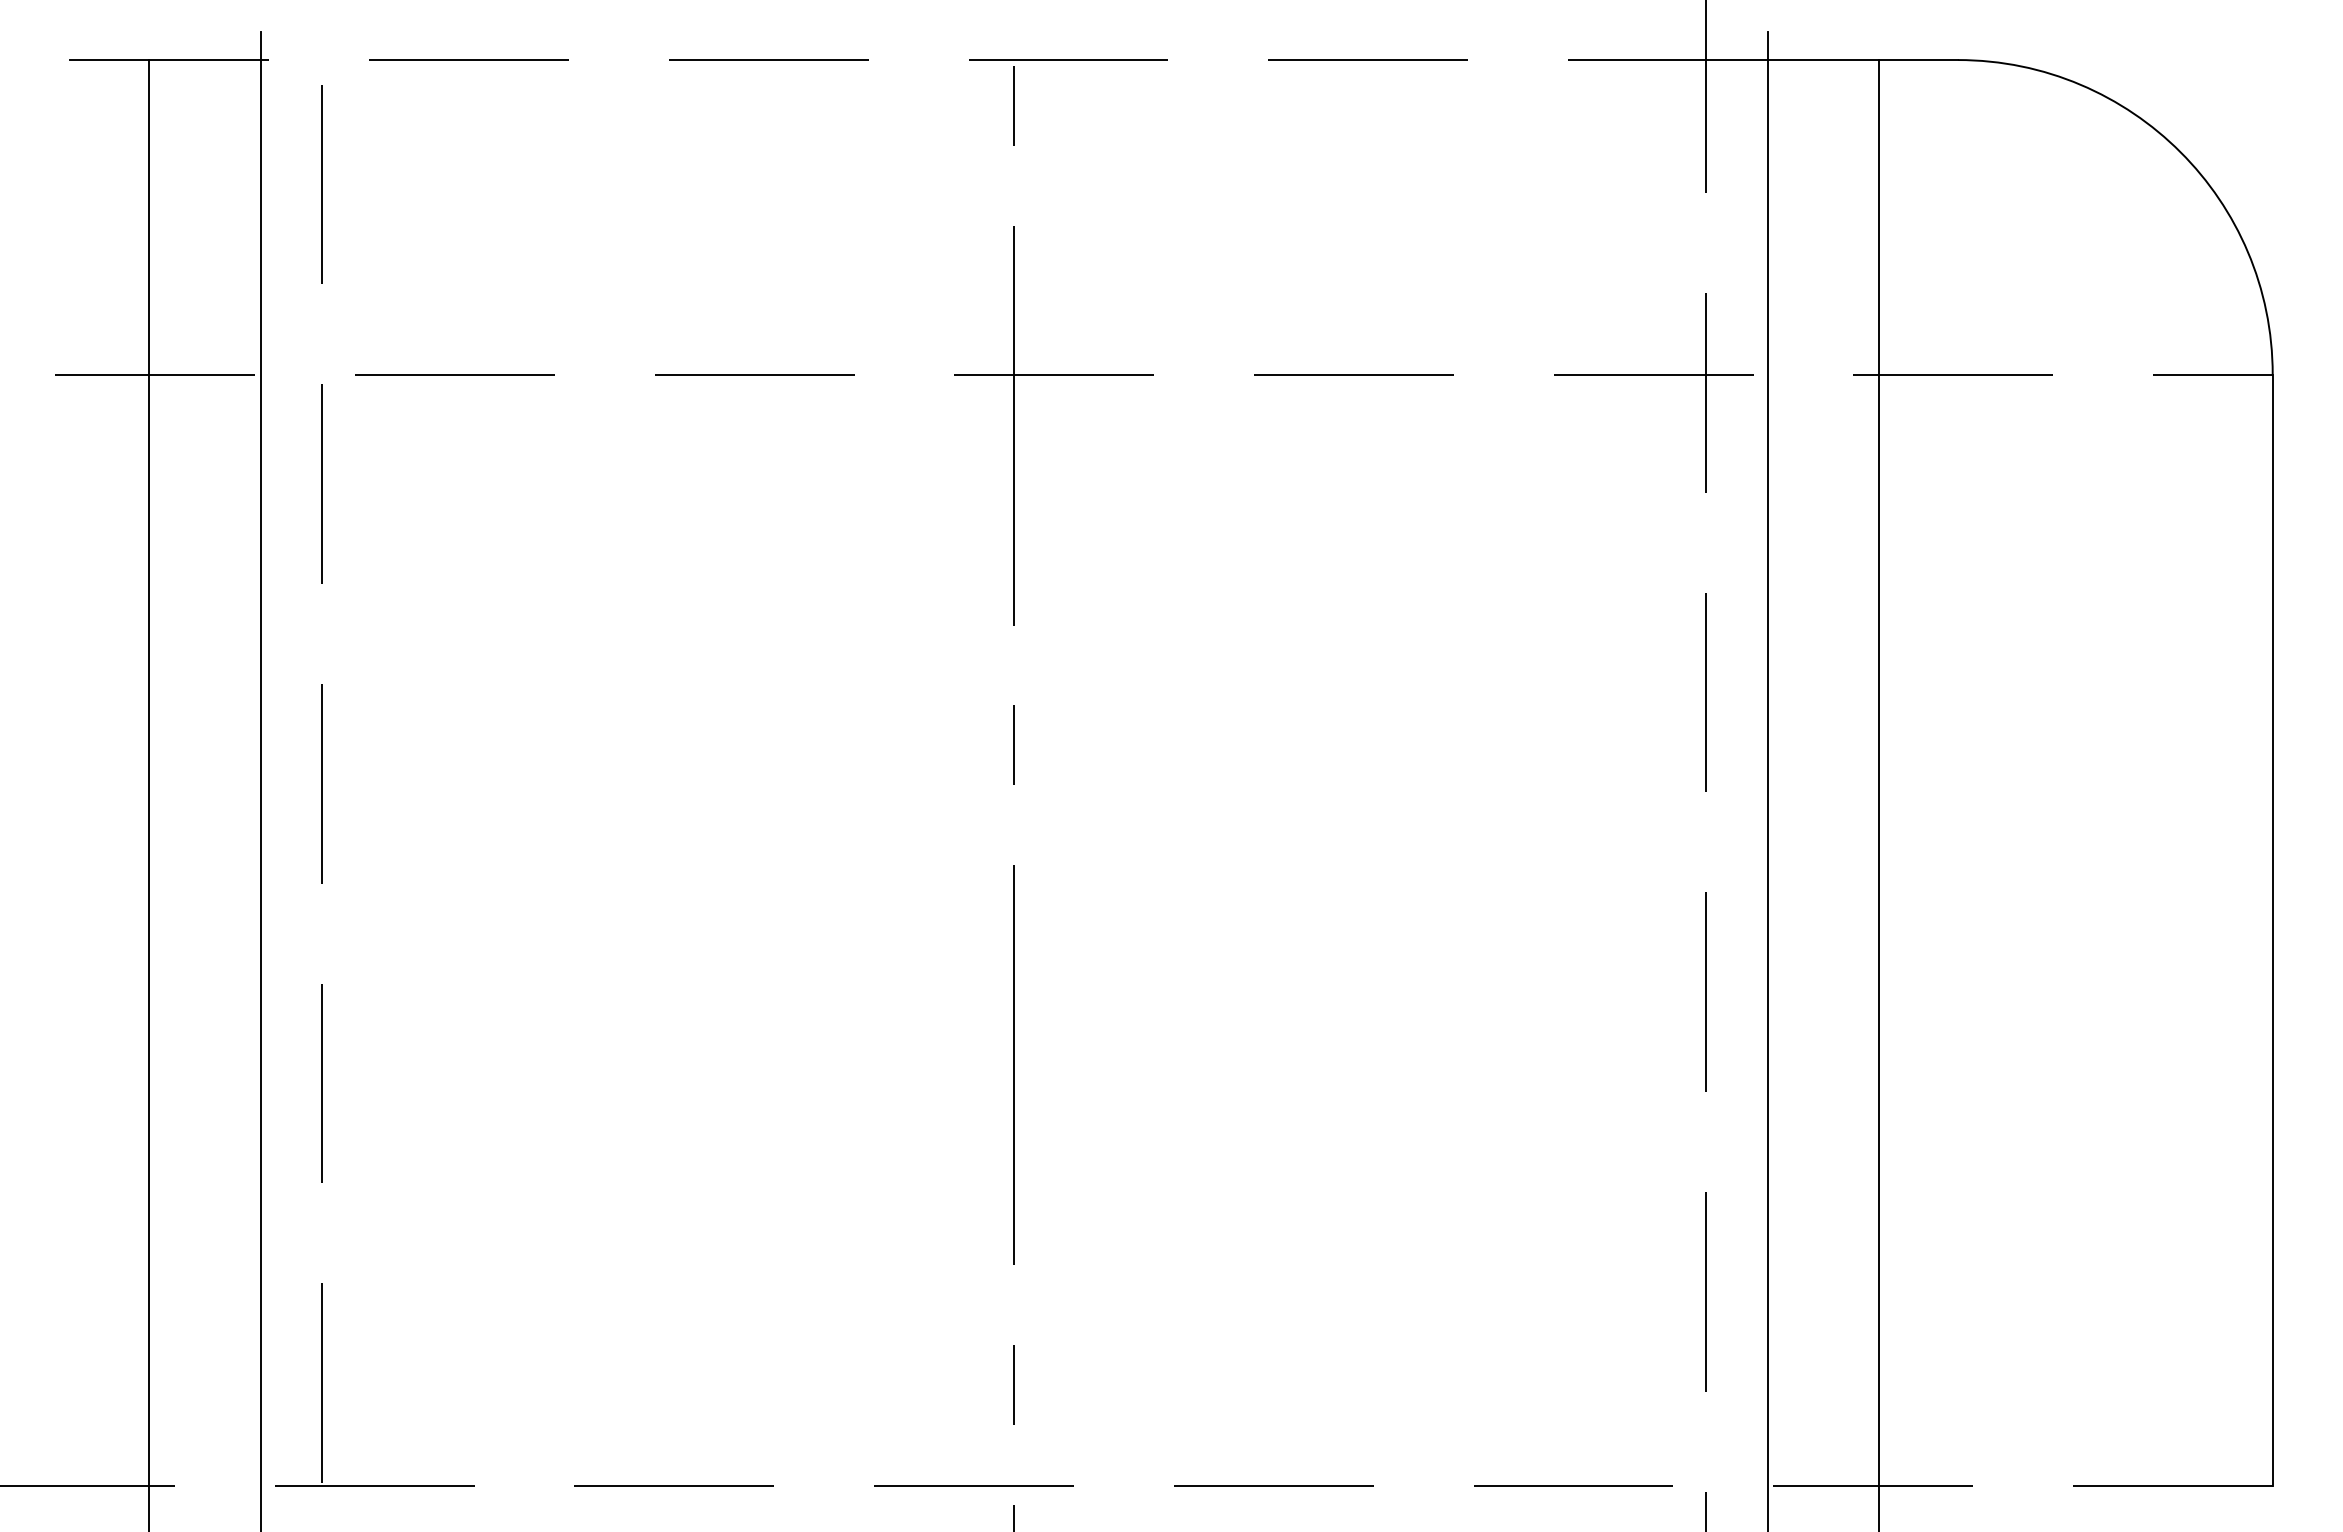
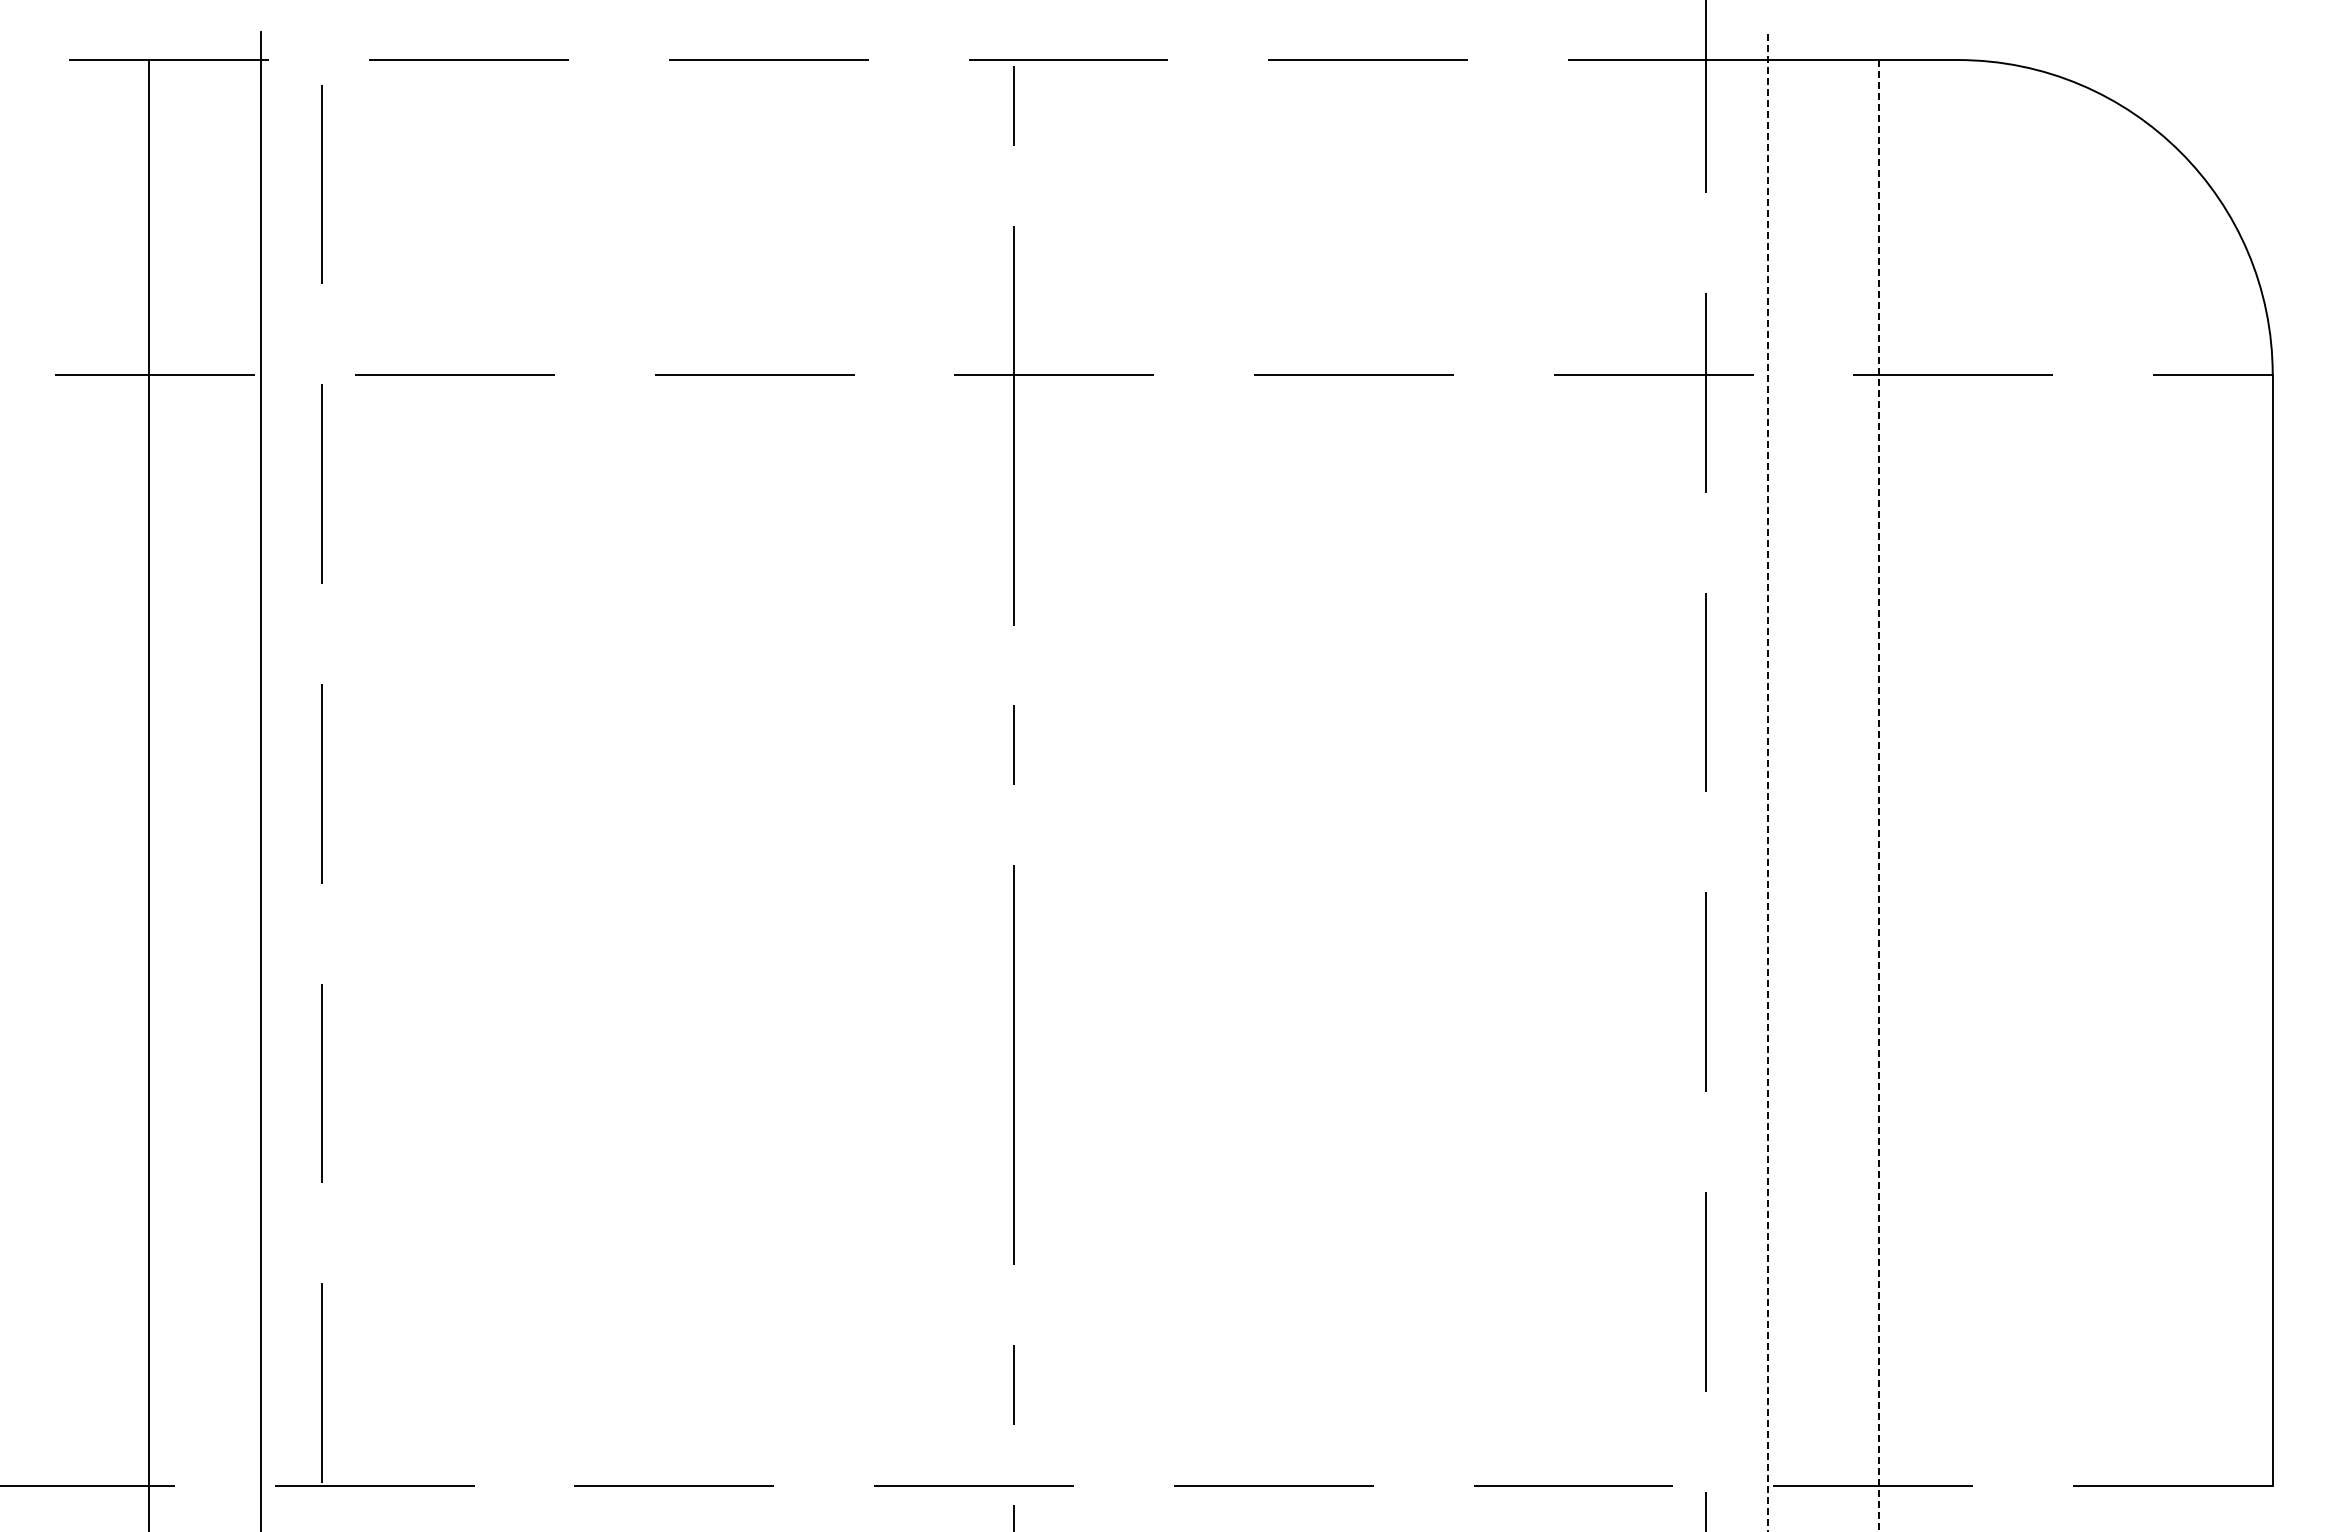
line at (1767, 781): solid -> dashed
line at (1879, 795): solid -> dashed
